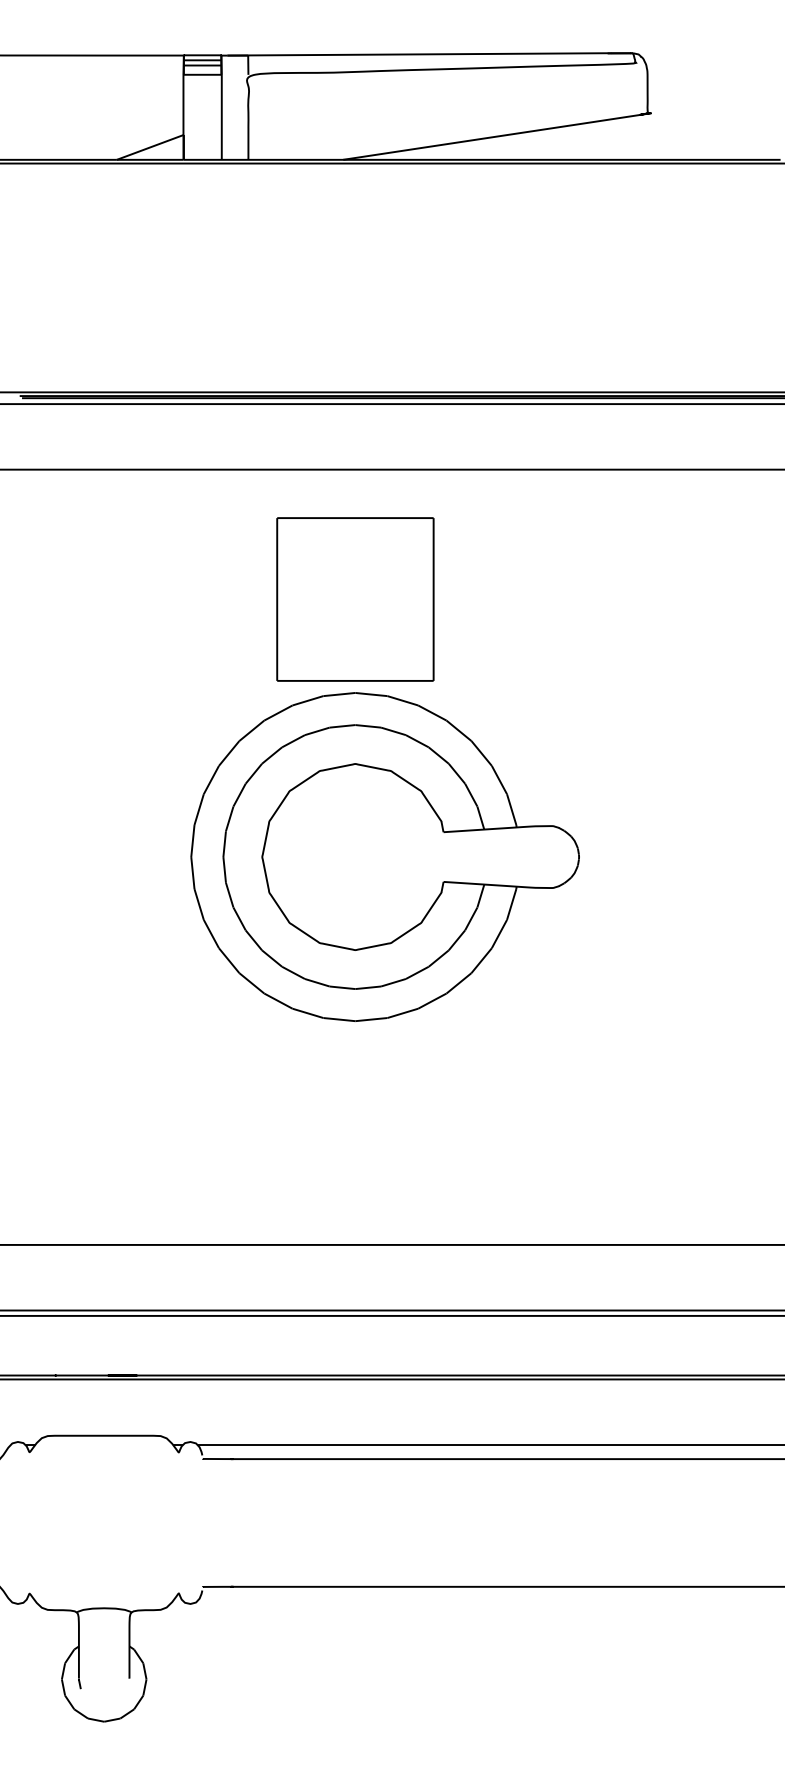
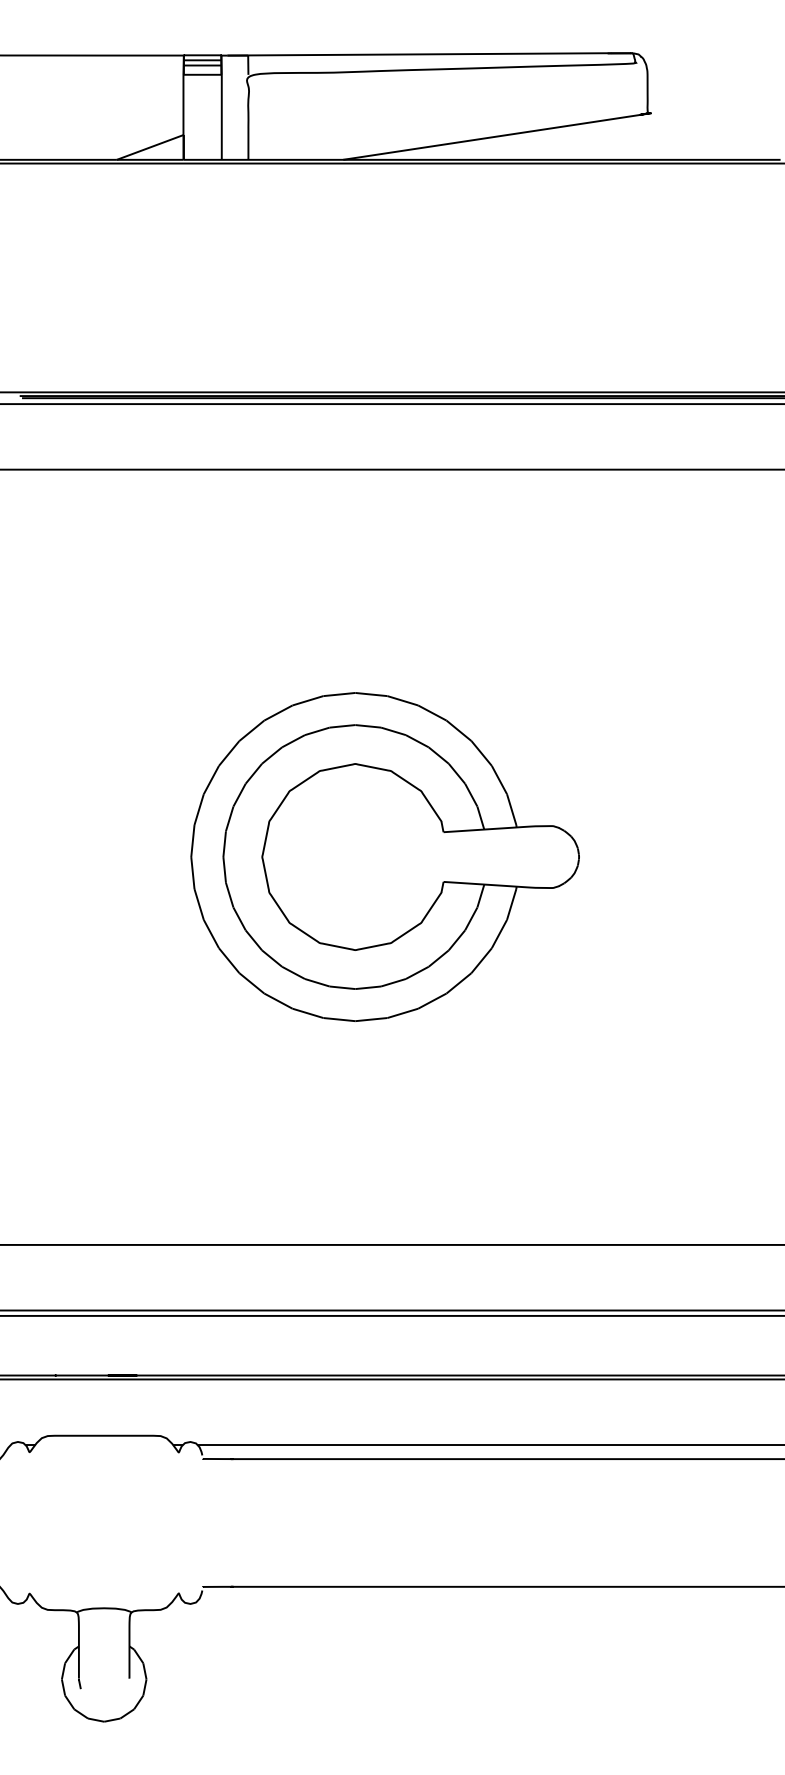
part at (355, 599): present -> none
